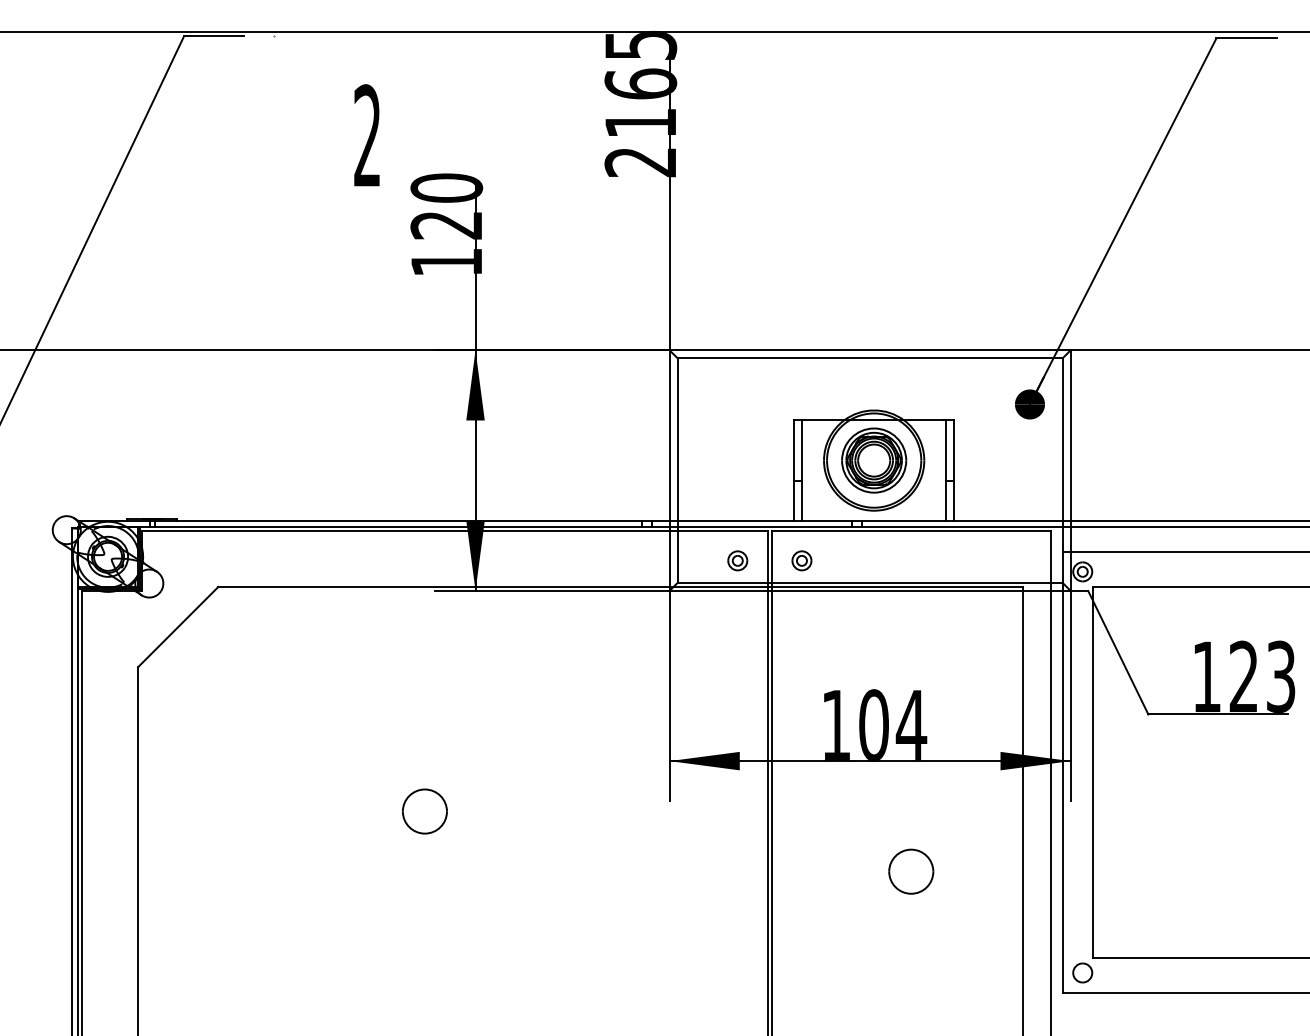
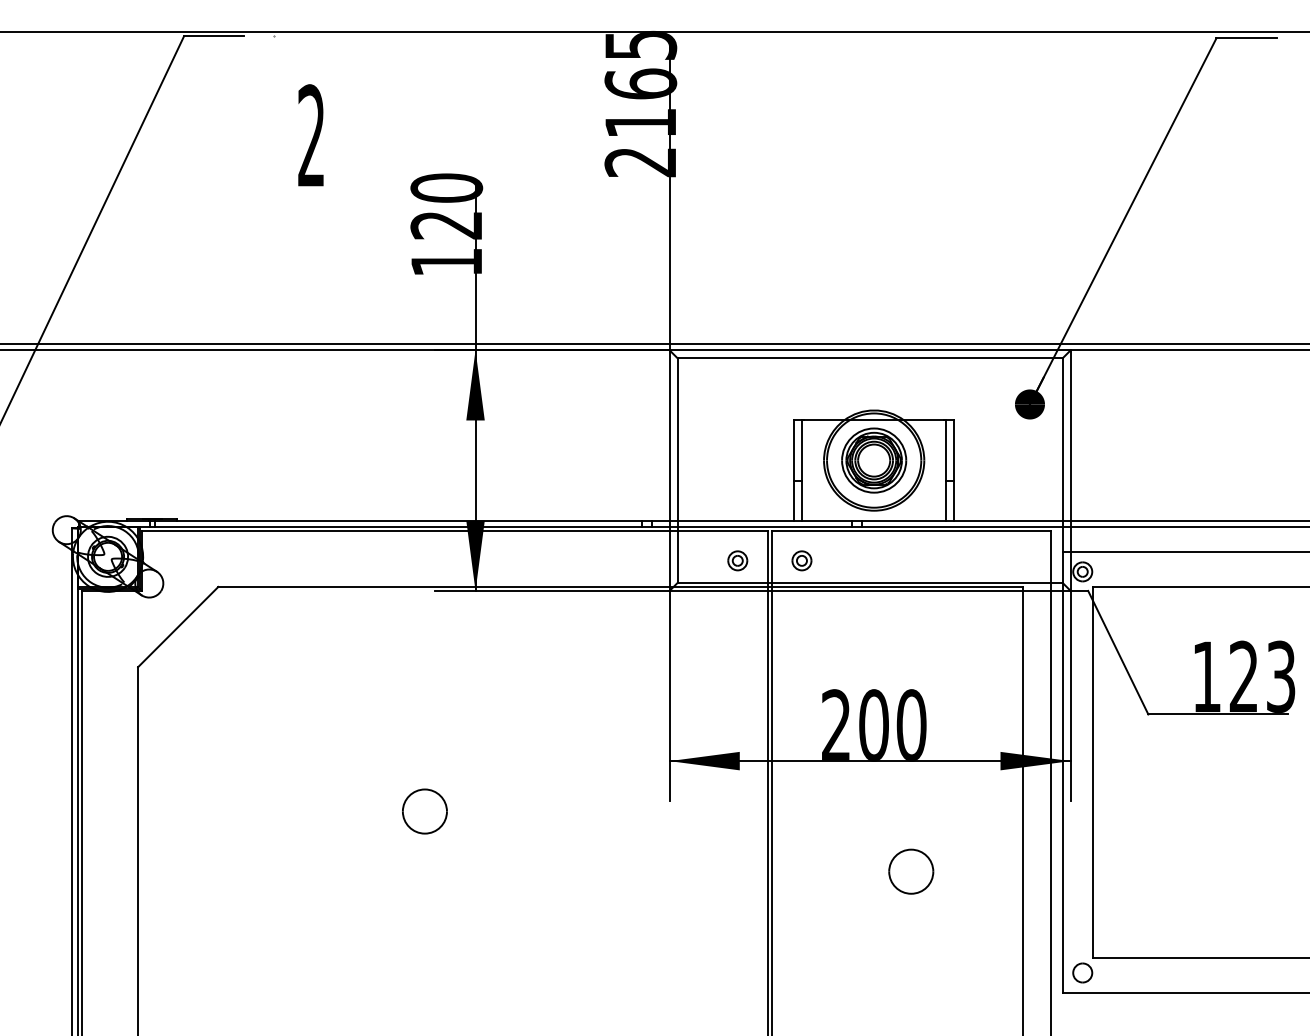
text at (366, 135) position: (366, 135) -> (310, 135)
line at (654, 344): none -> present
text at (874, 724): 104 -> 200
